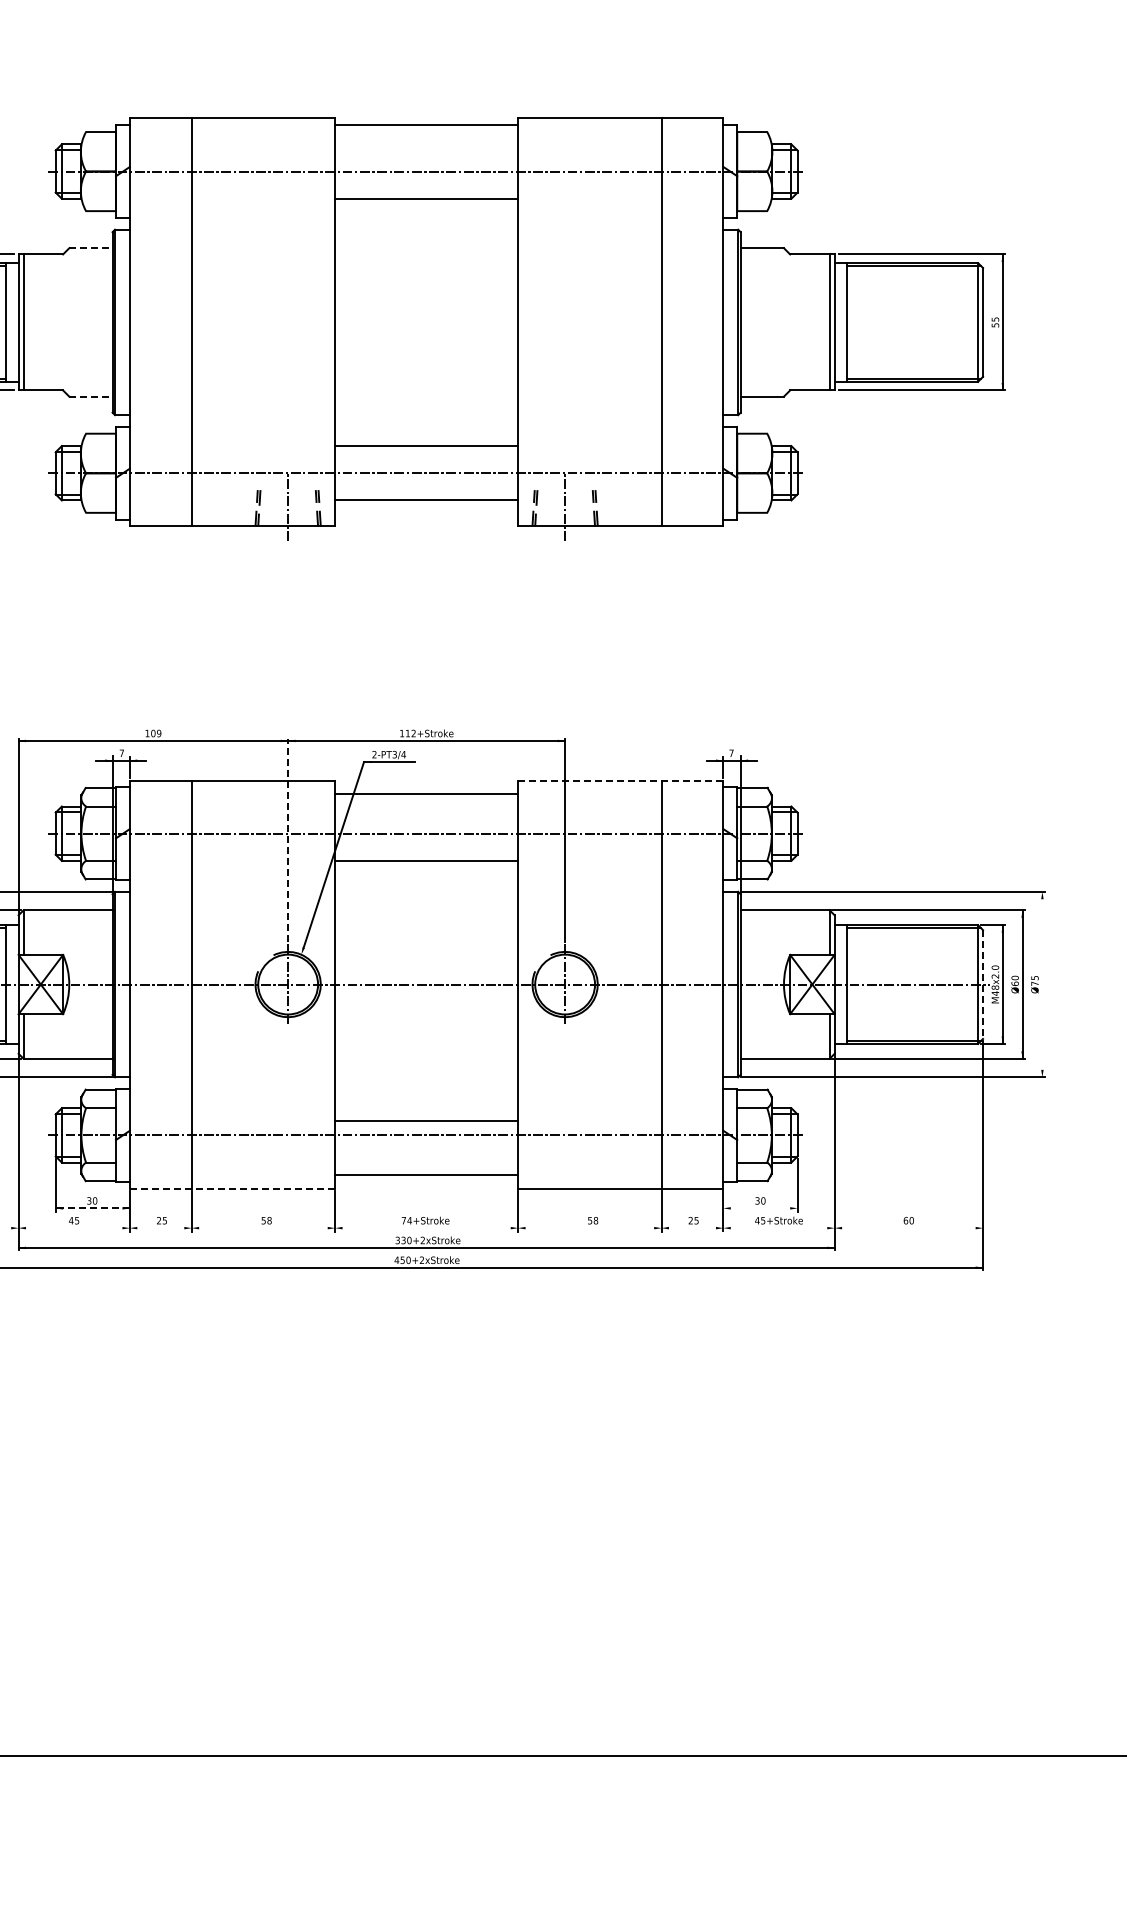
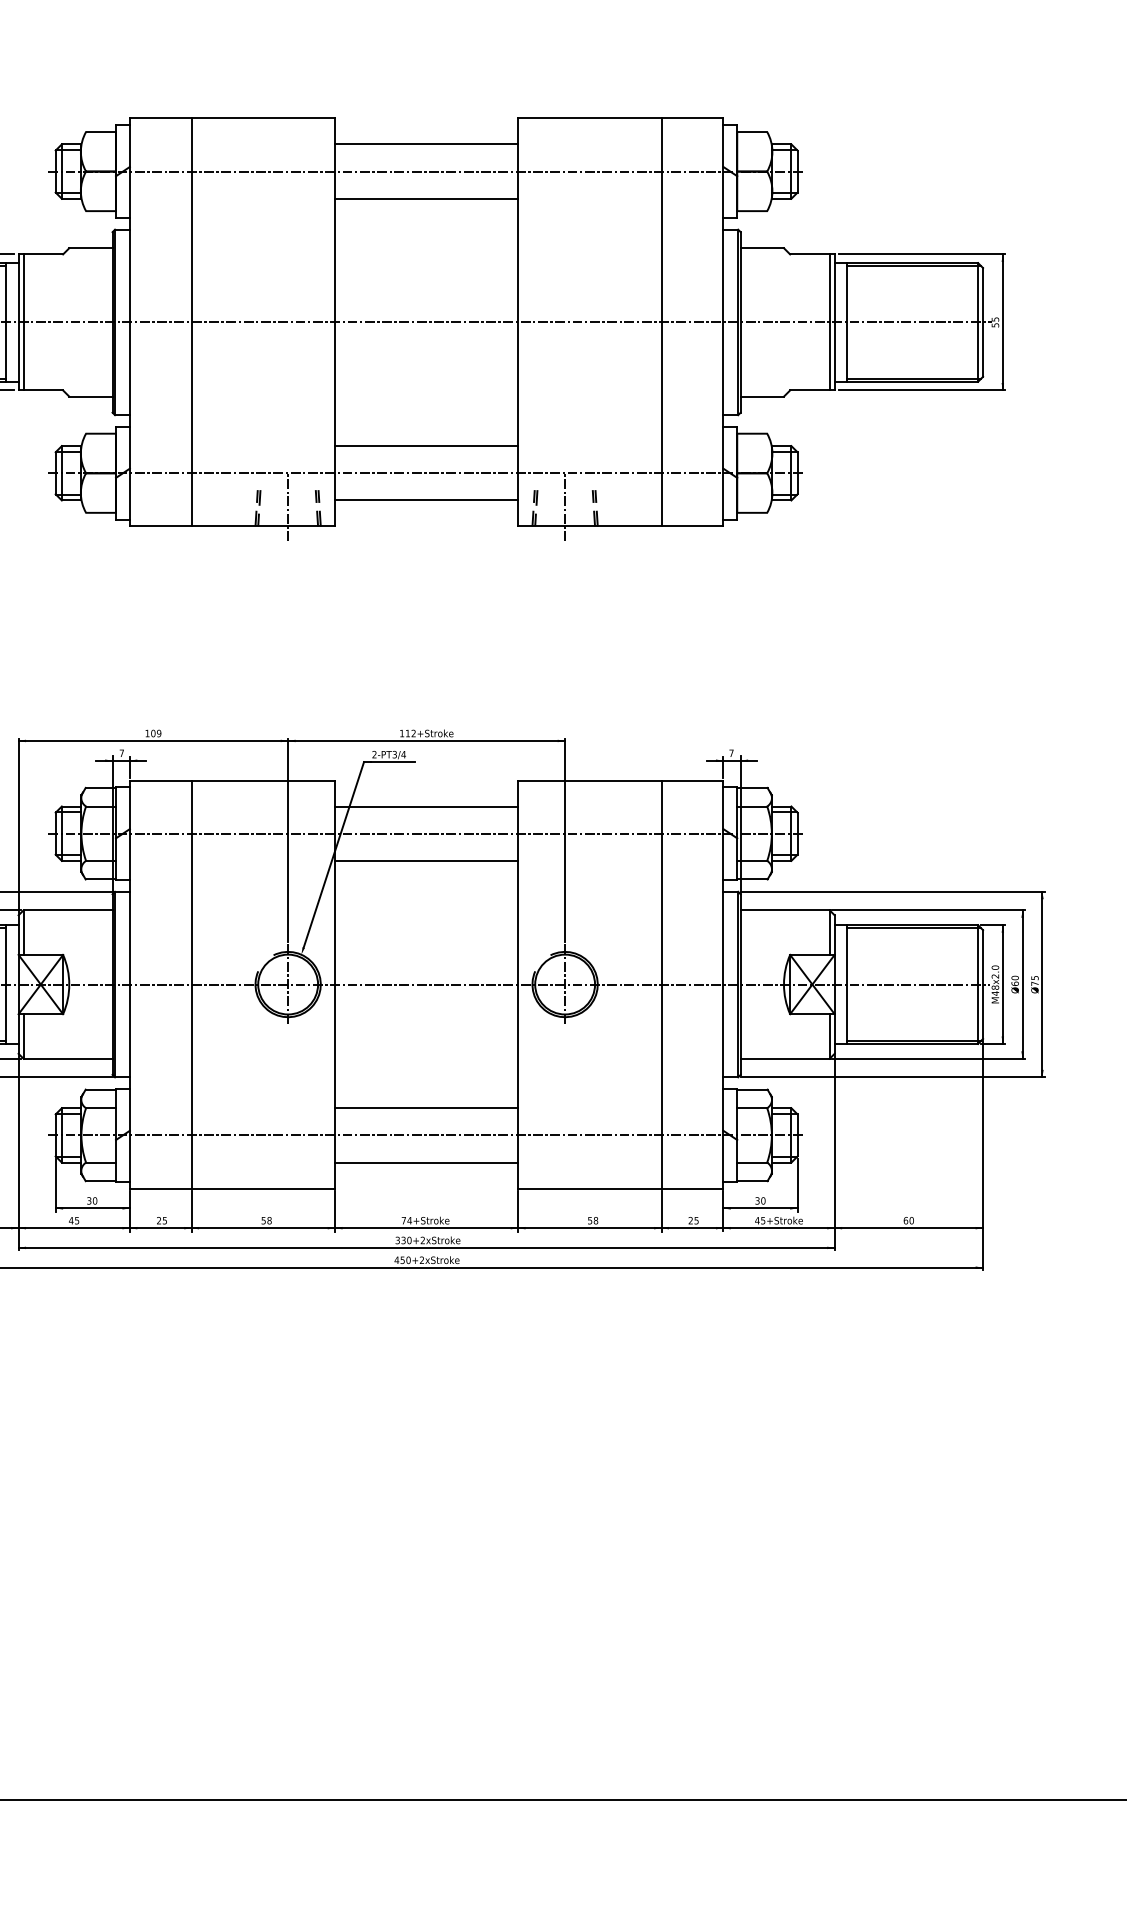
line at (426, 125) position: (426, 125) -> (426, 144)
line at (90, 248): dashed -> solid
line at (497, 322): none -> present
line at (90, 396): dashed -> solid
line at (620, 780): dashed -> solid
line at (426, 793) position: (426, 793) -> (426, 806)
line at (288, 840): dashed -> solid
line at (1042, 984): none -> present
line at (983, 985): dashed -> solid
line at (426, 1121) position: (426, 1121) -> (426, 1108)
line at (426, 1174) position: (426, 1174) -> (426, 1162)
line at (232, 1188): dashed -> solid
line at (92, 1208): dashed -> solid
line at (760, 1208): none -> present
line at (492, 1228): none -> present
line at (562, 1756) position: (562, 1756) -> (562, 1800)
